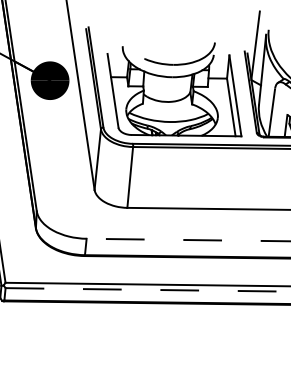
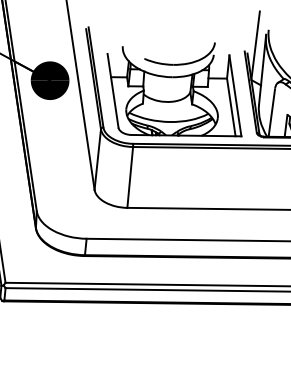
line at (188, 240): dashed -> solid
line at (148, 289): dashed -> solid
